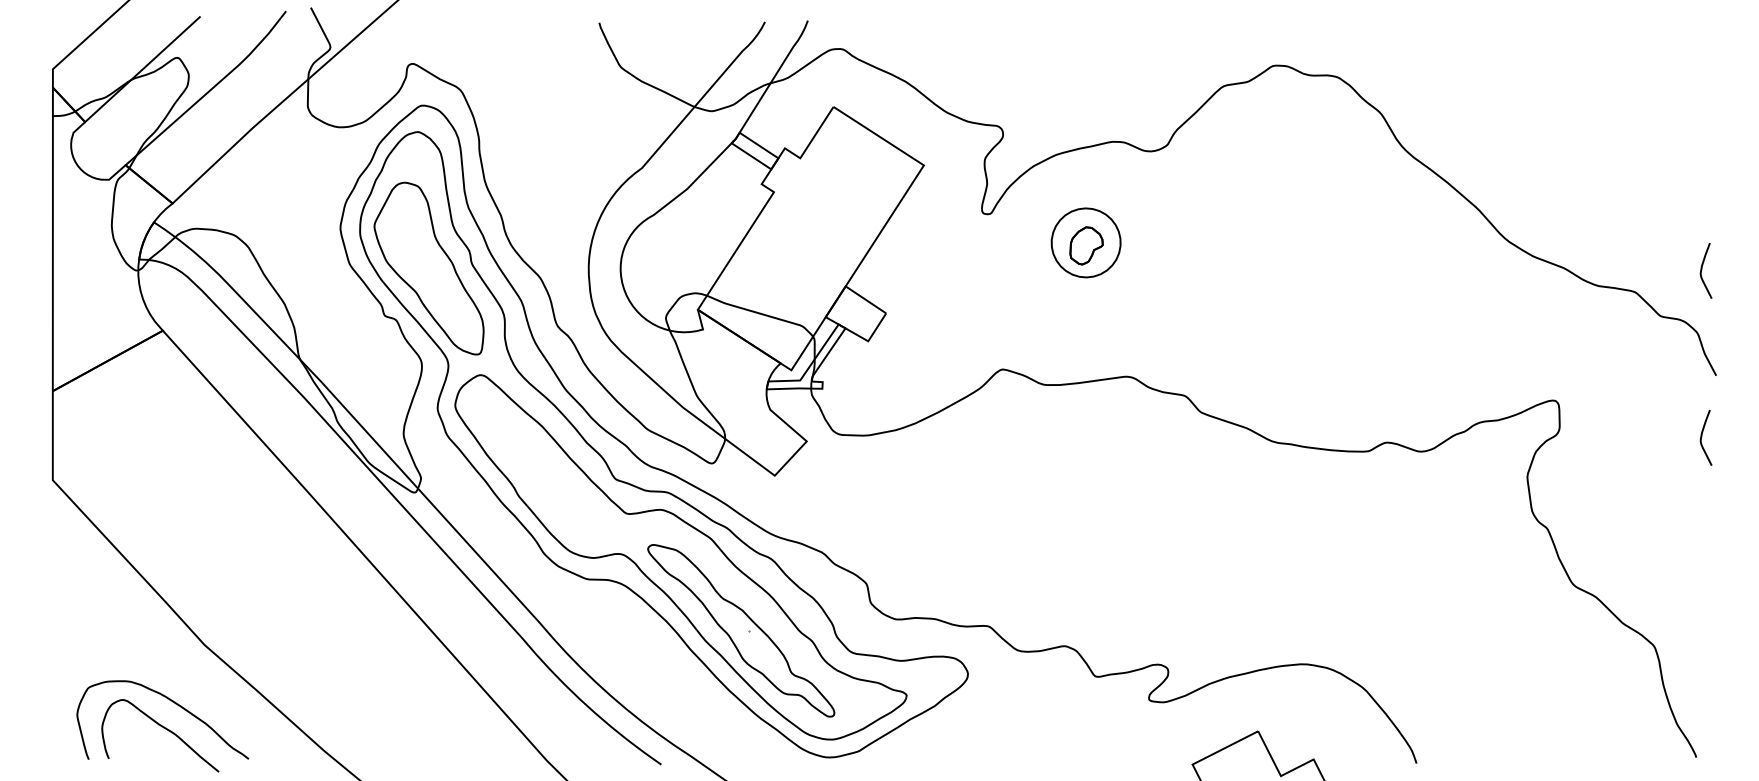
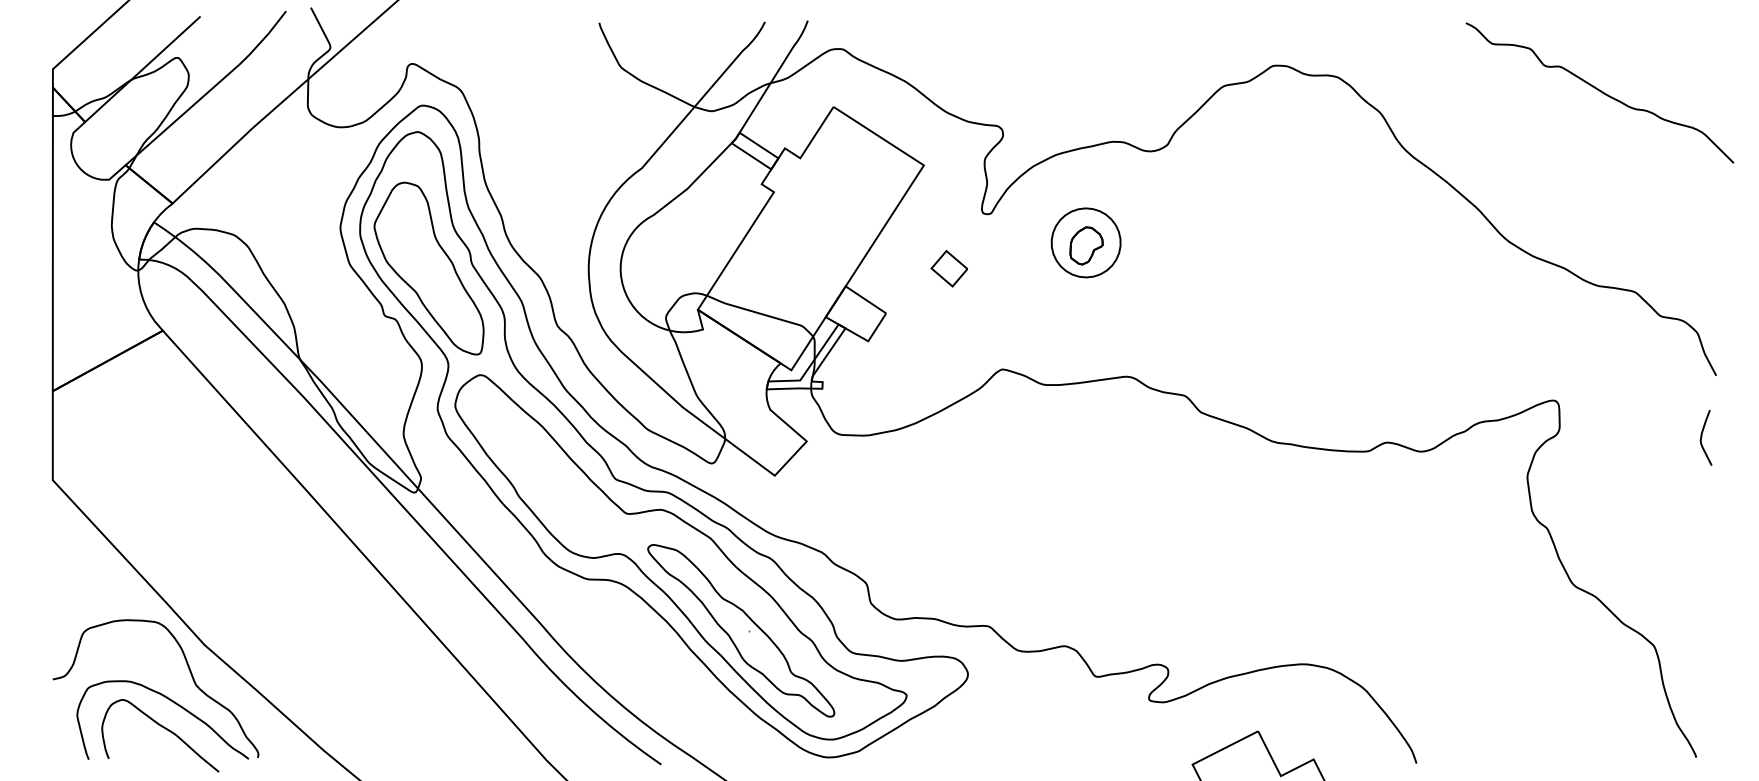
curve at (1599, 91): none -> present
part at (948, 268): none -> present
curve at (1702, 270): present -> none
curve at (191, 677): none -> present
